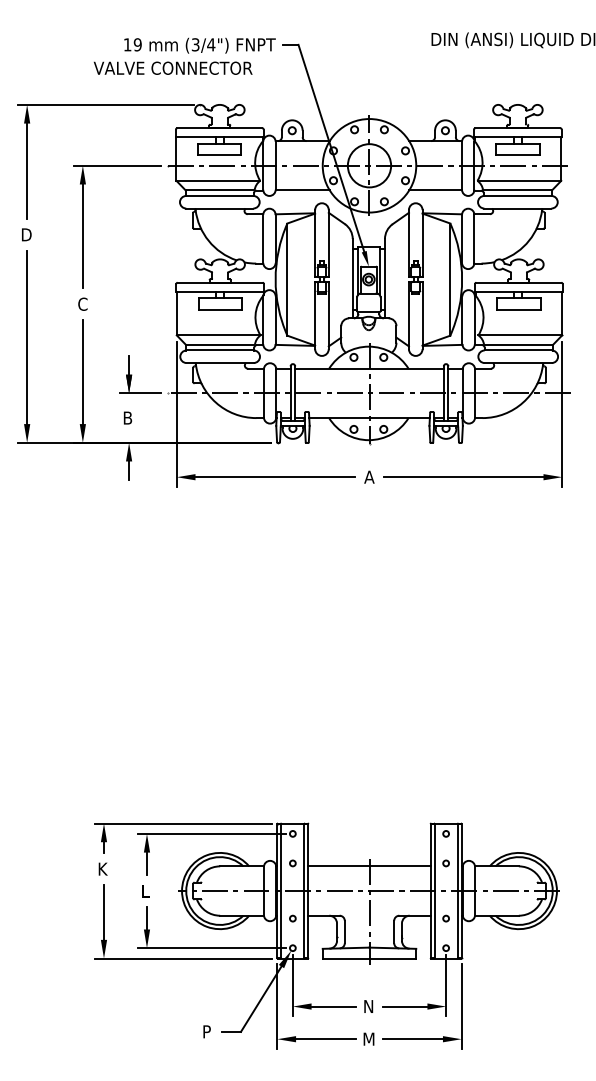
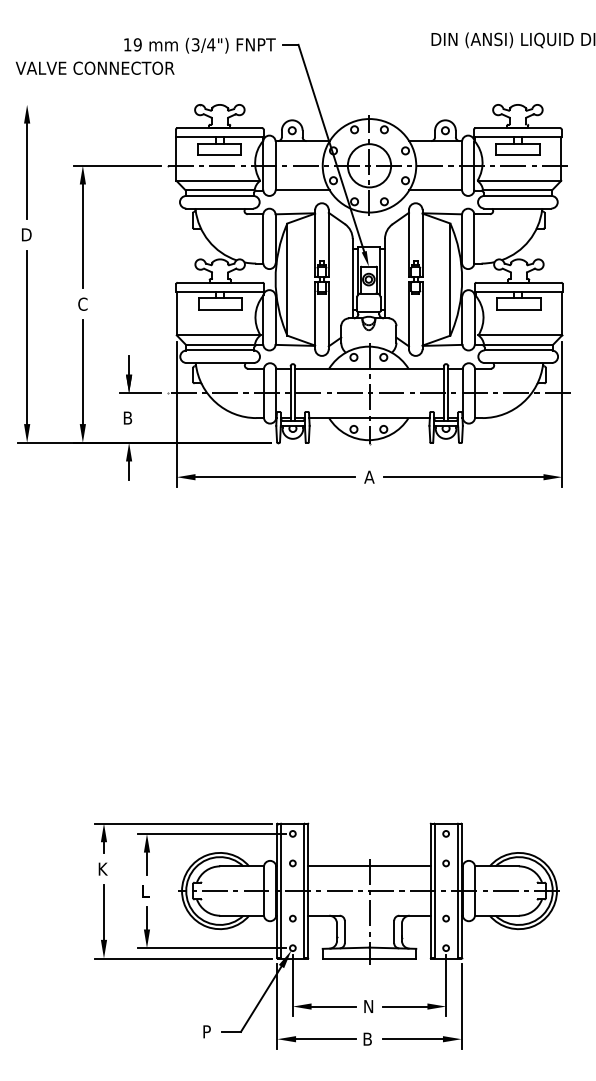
text at (172, 67) position: (172, 67) -> (94, 67)
line at (105, 104): present -> none
text at (369, 1038): M -> B
